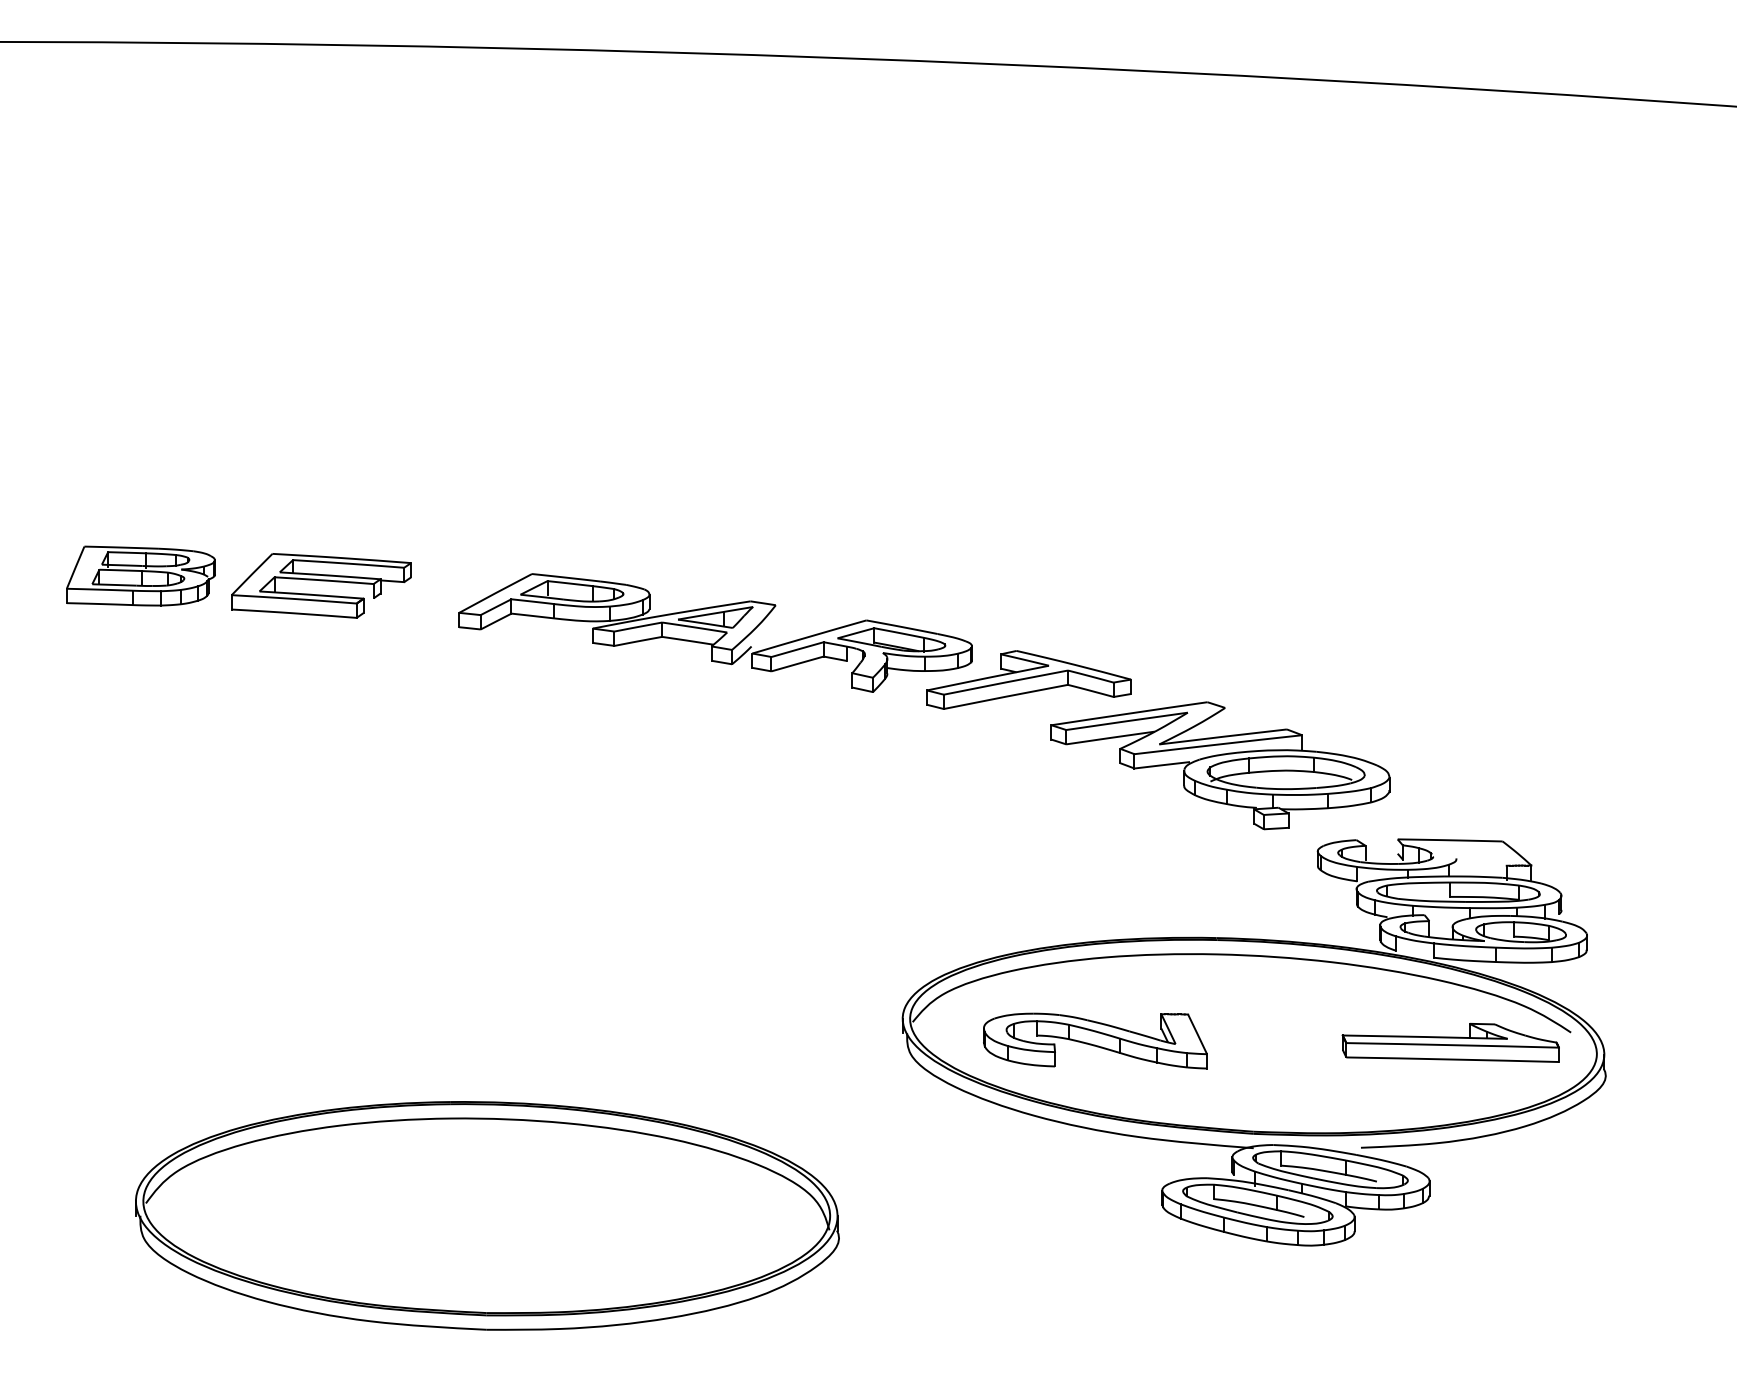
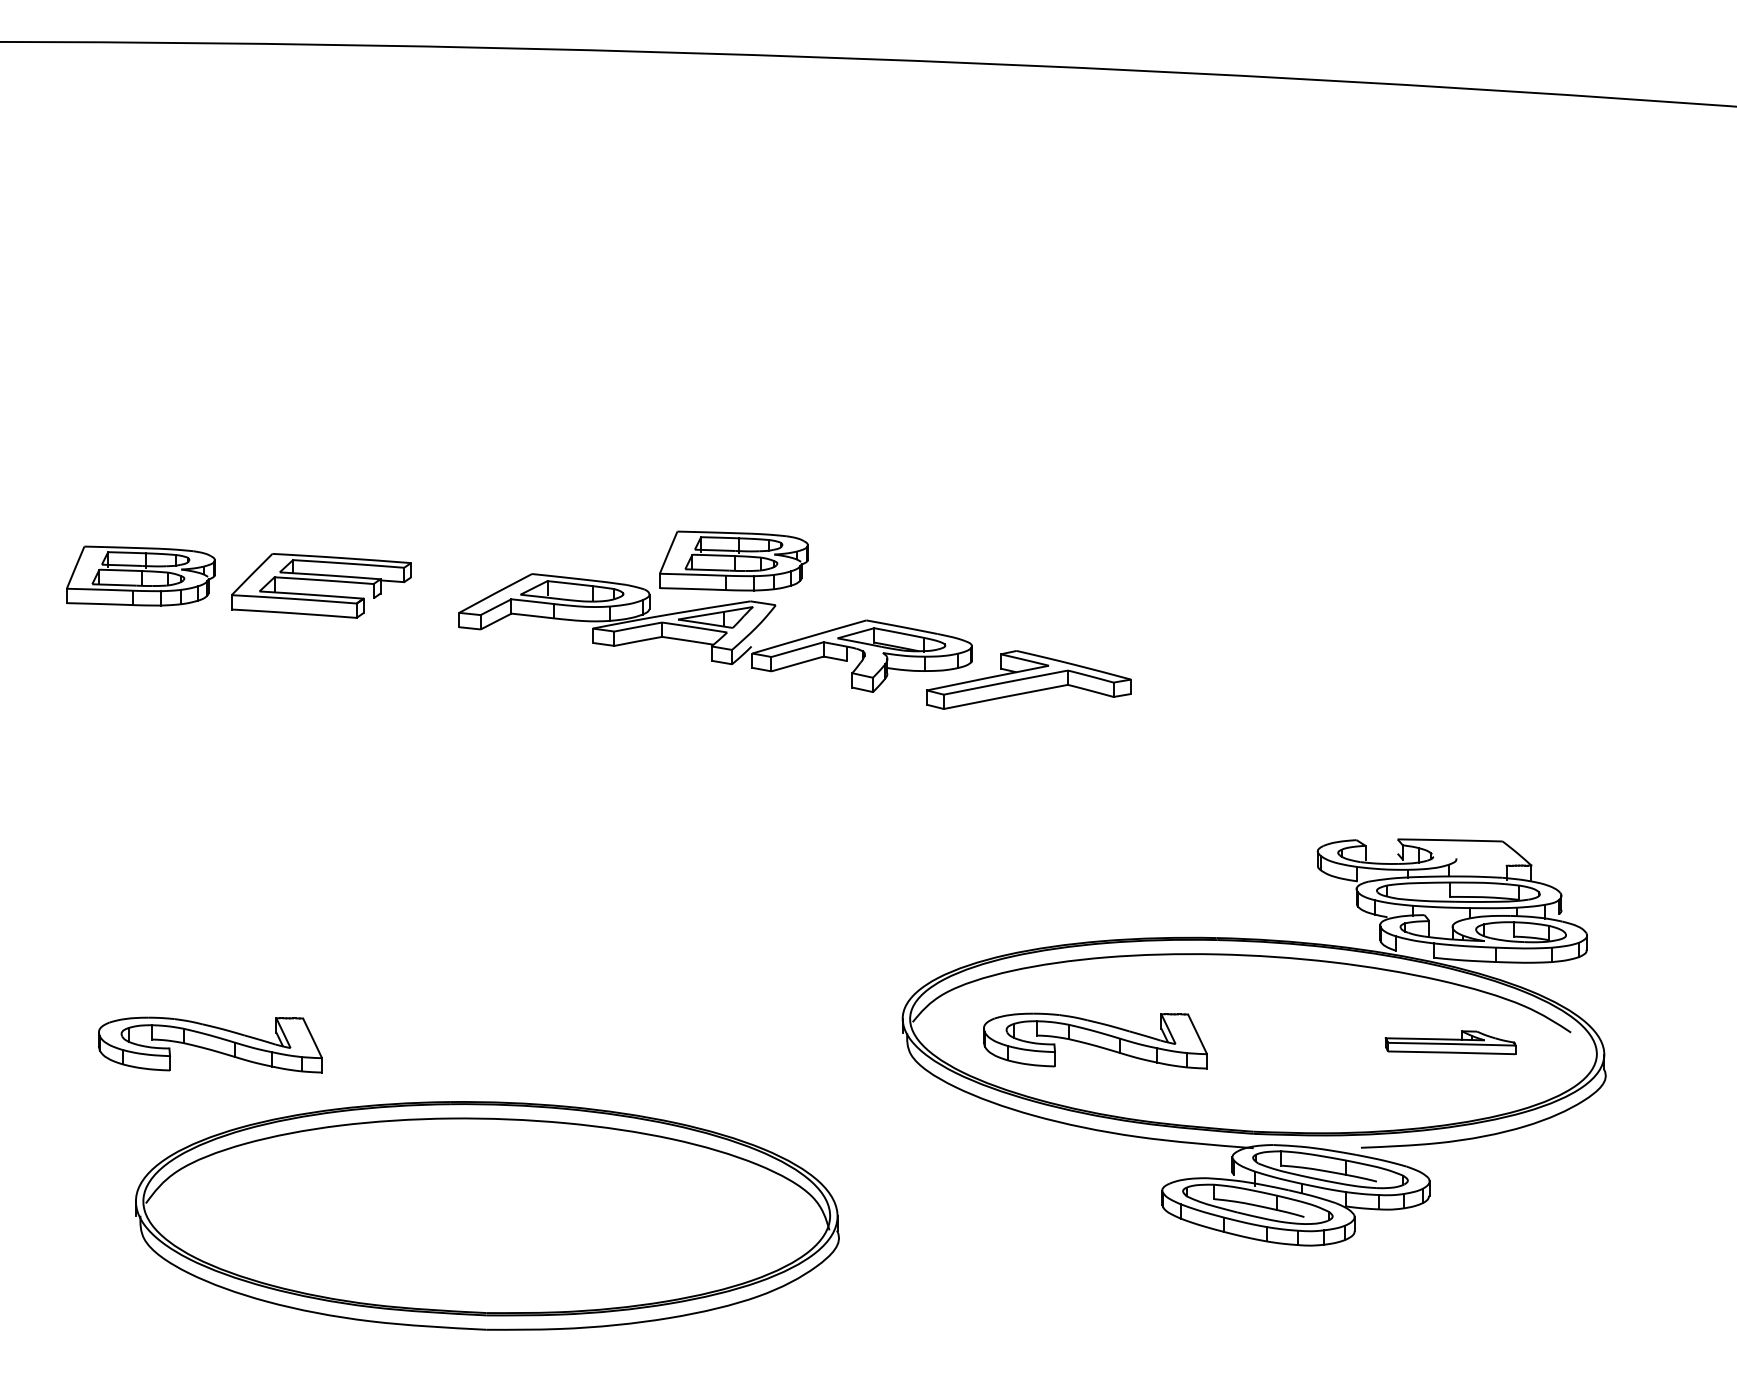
part at (733, 560): none -> present
part at (1220, 765): present -> none
part at (1450, 1042) size: 219x41 px -> 133x26 px
part at (210, 1044): none -> present
